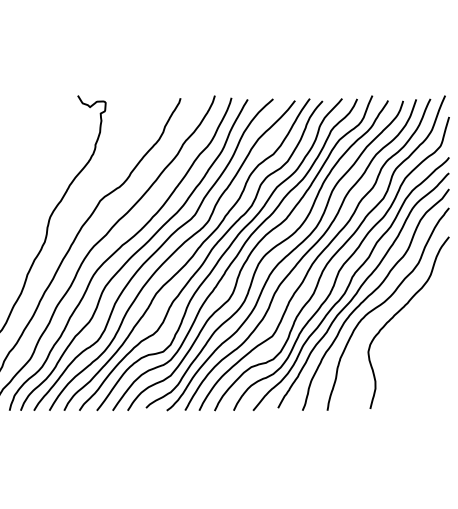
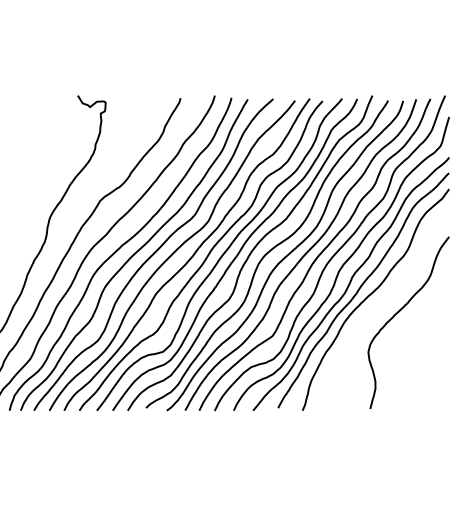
curve at (384, 303): present -> none
